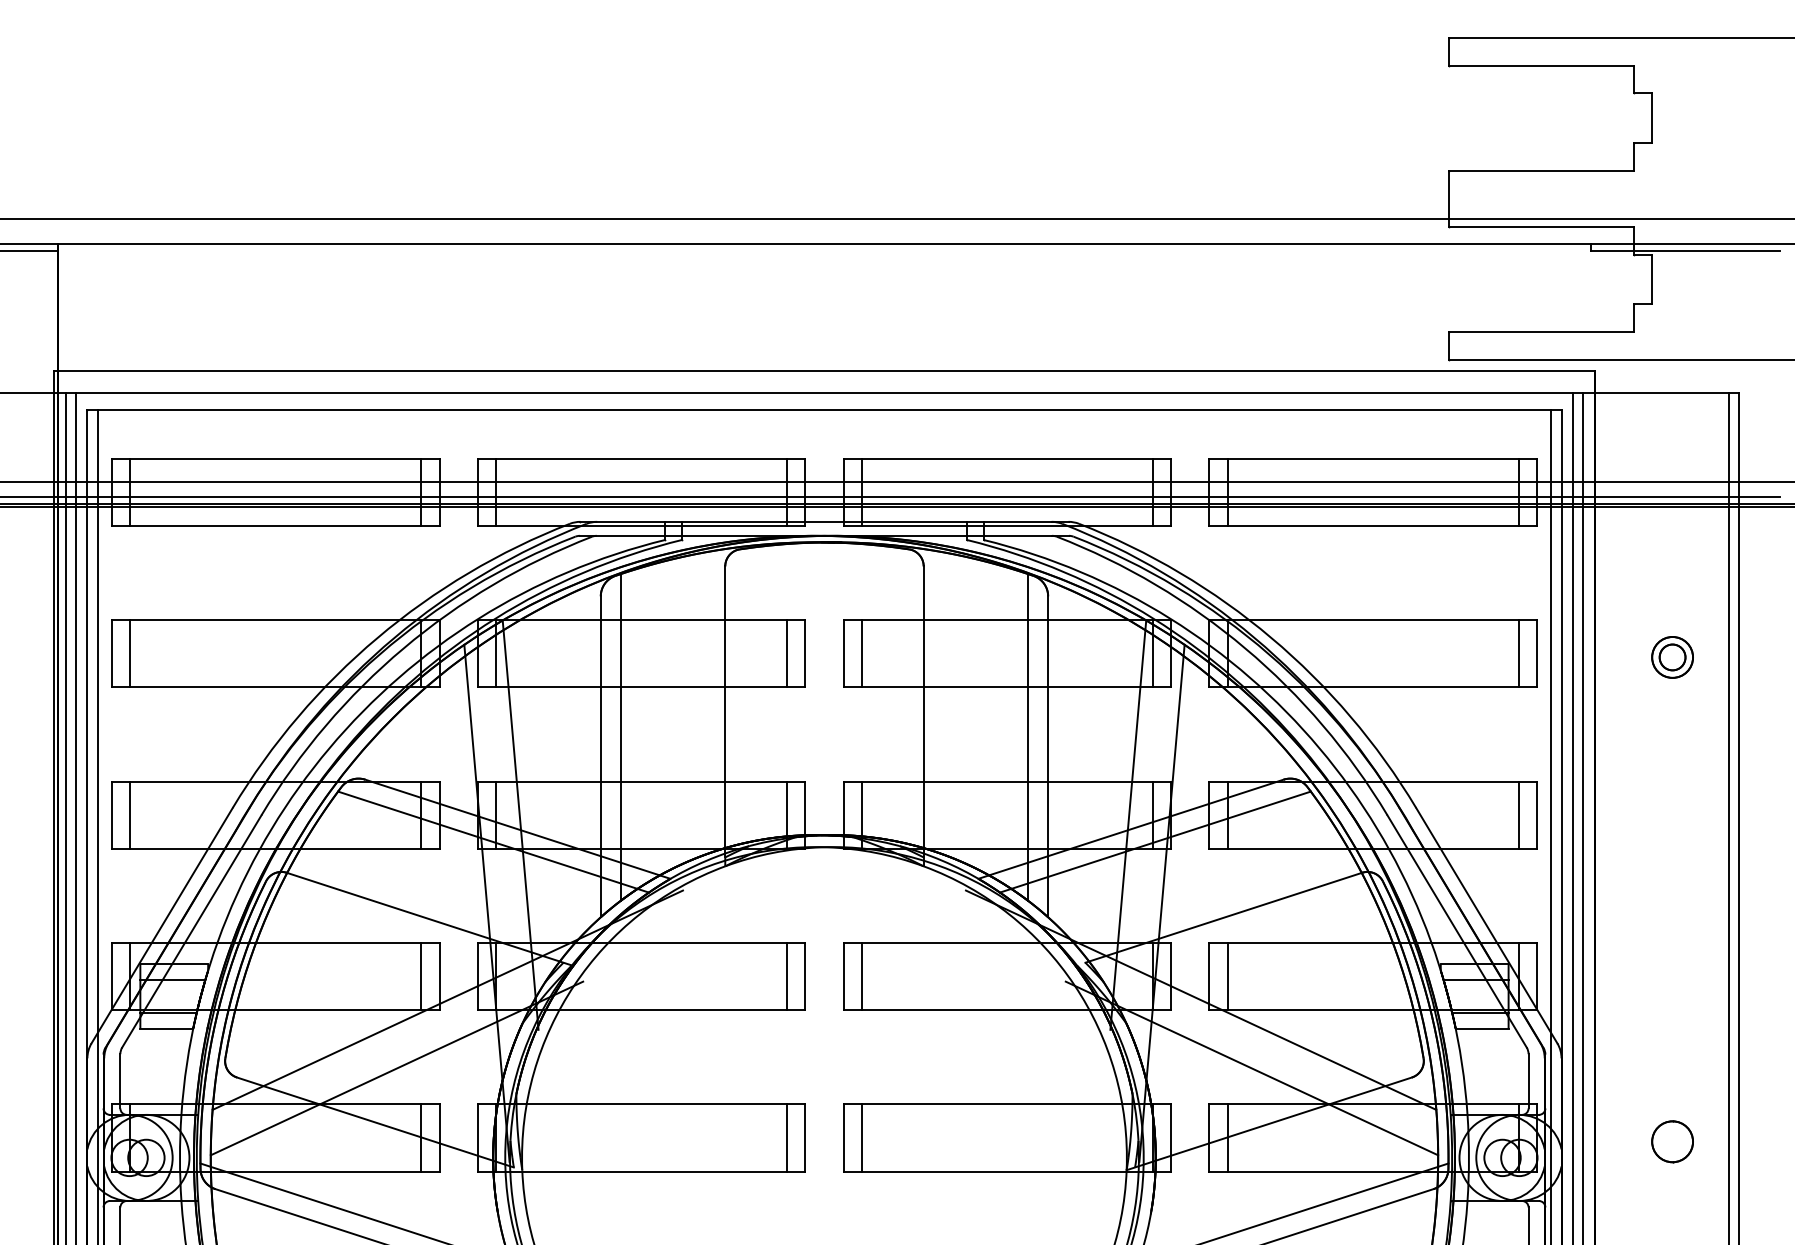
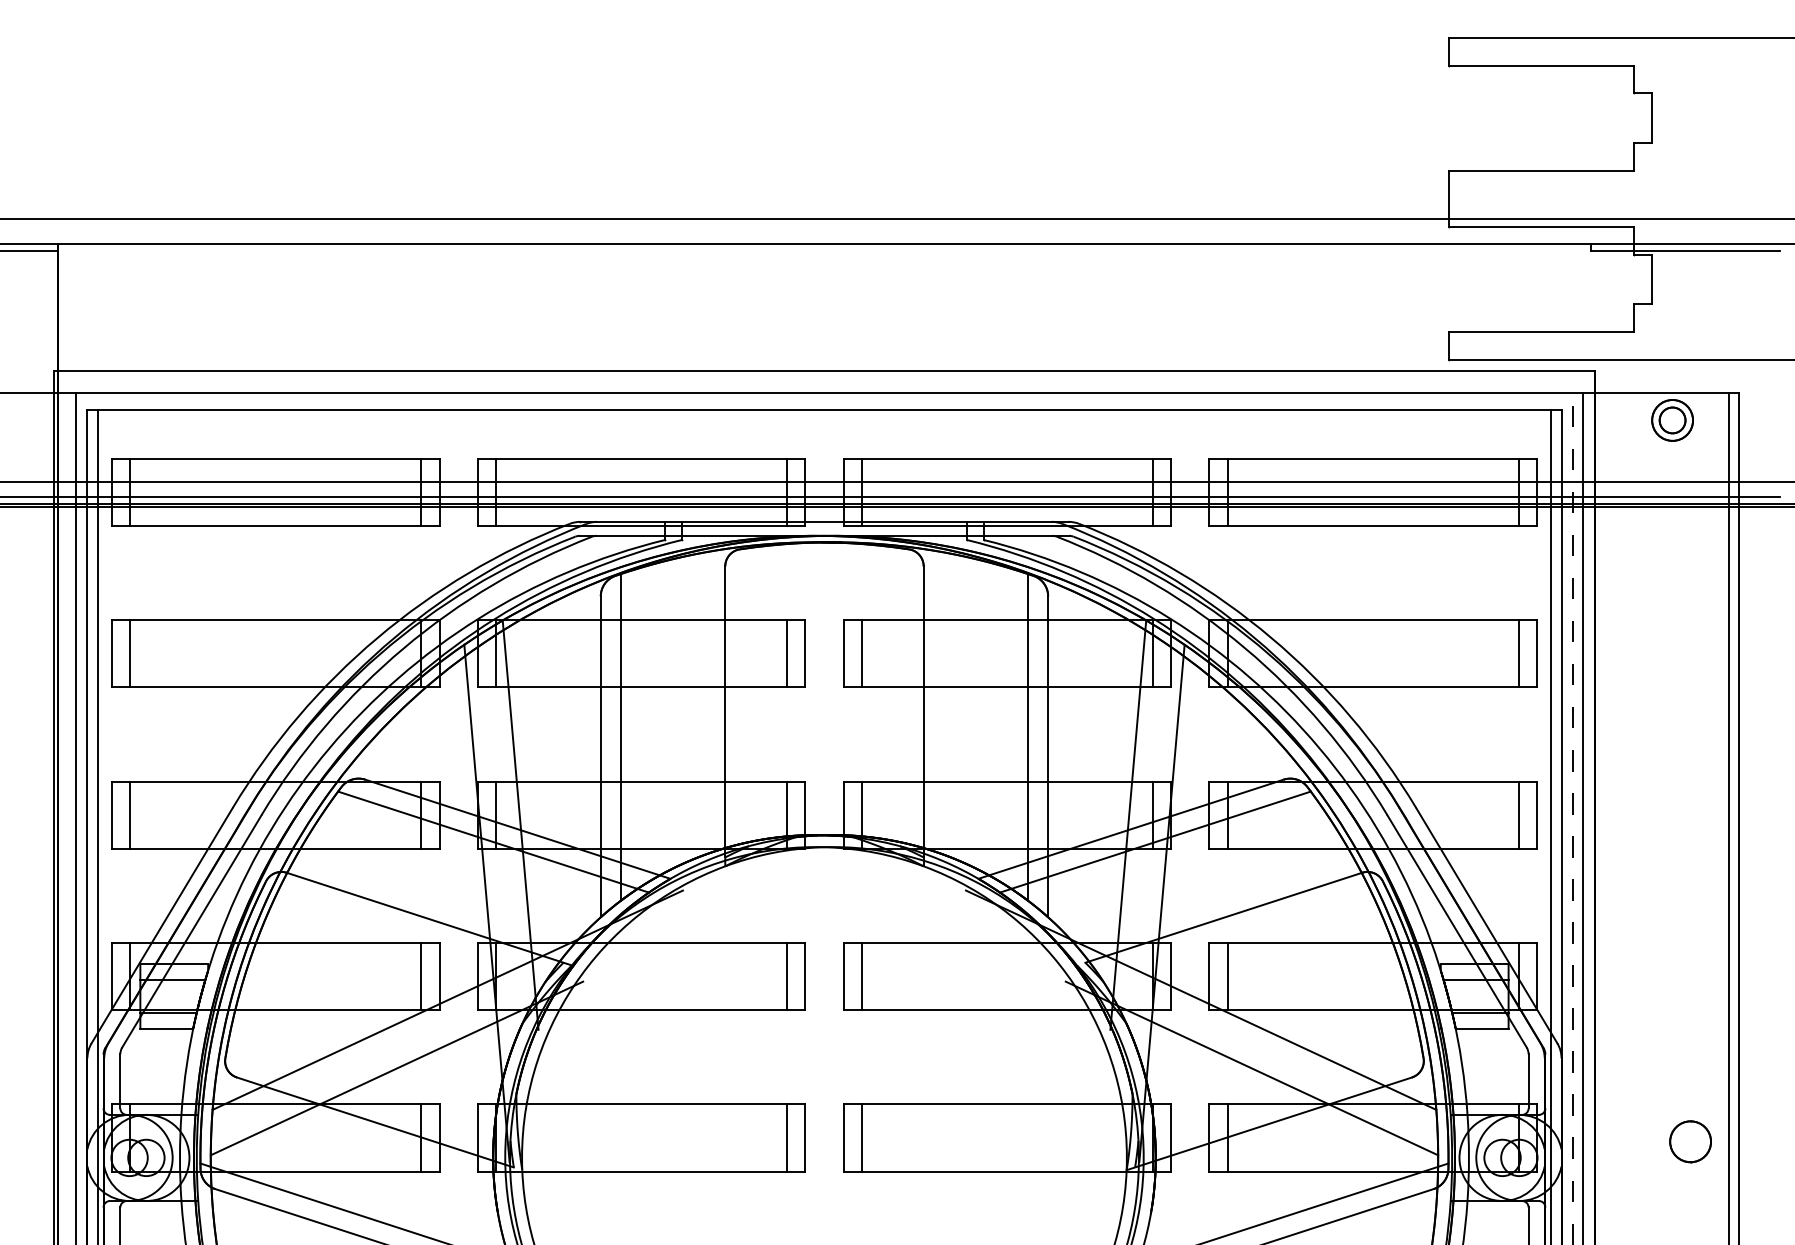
part at (1672, 657) position: (1672, 657) -> (1672, 420)
line at (65, 816): present -> none
line at (1572, 818): solid -> dashed
part at (1672, 1141) position: (1672, 1141) -> (1690, 1141)
